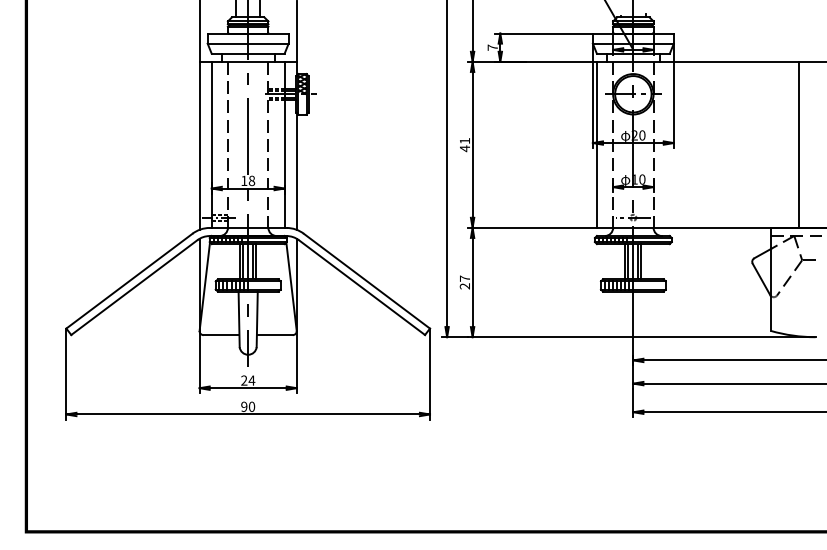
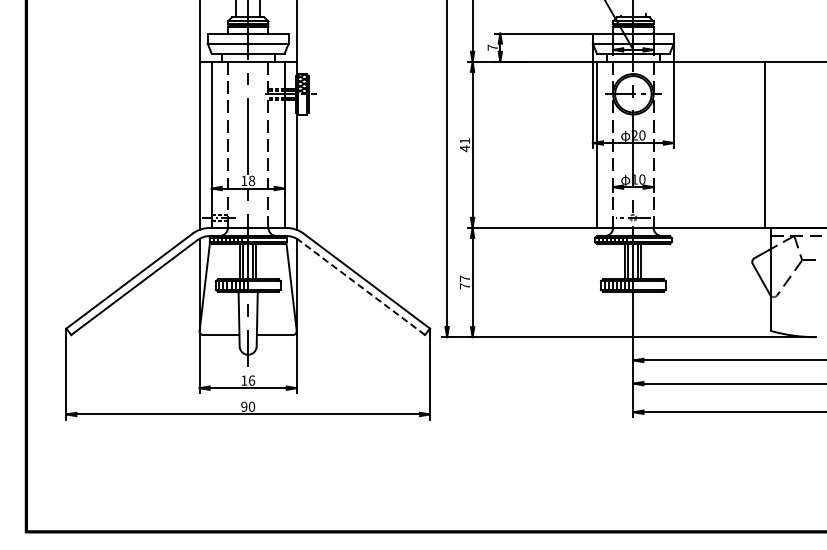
line at (799, 144) position: (799, 144) -> (765, 144)
text at (464, 286): 27 -> 77
line at (362, 287): solid -> dashed
text at (248, 380): 24 -> 16
